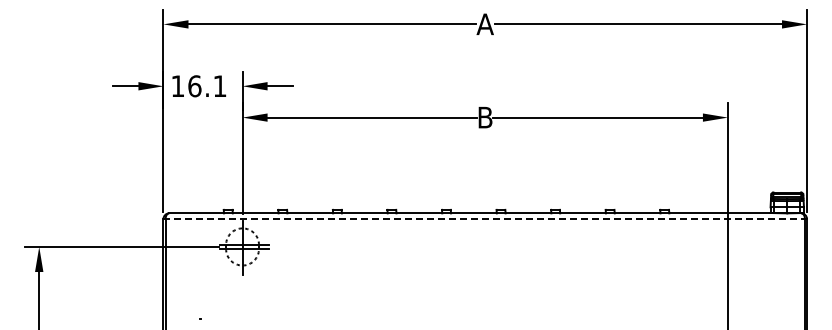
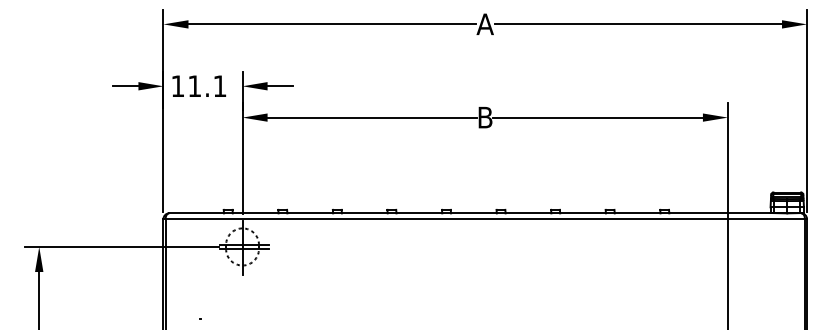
text at (194, 86): 16.1 -> 11.1
line at (485, 219): dashed -> solid
